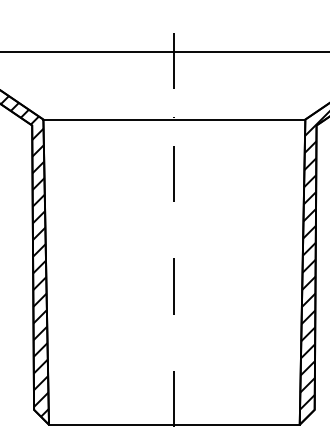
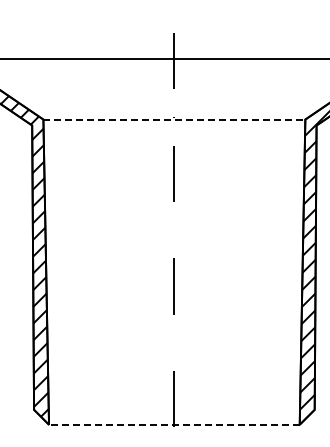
line at (164, 52) position: (164, 52) -> (164, 59)
line at (174, 119): solid -> dashed
line at (173, 424): solid -> dashed
